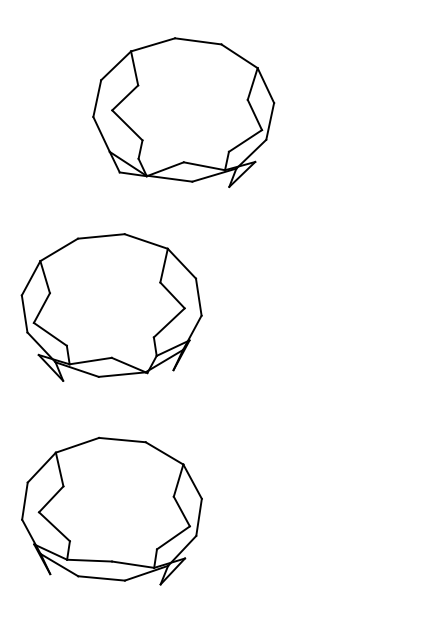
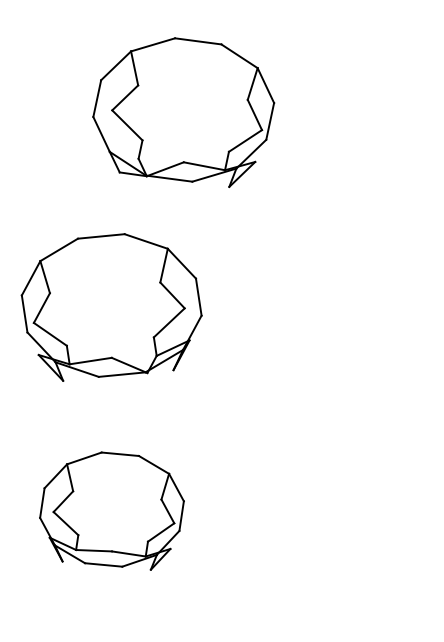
part at (111, 510) size: 182x150 px -> 146x120 px
